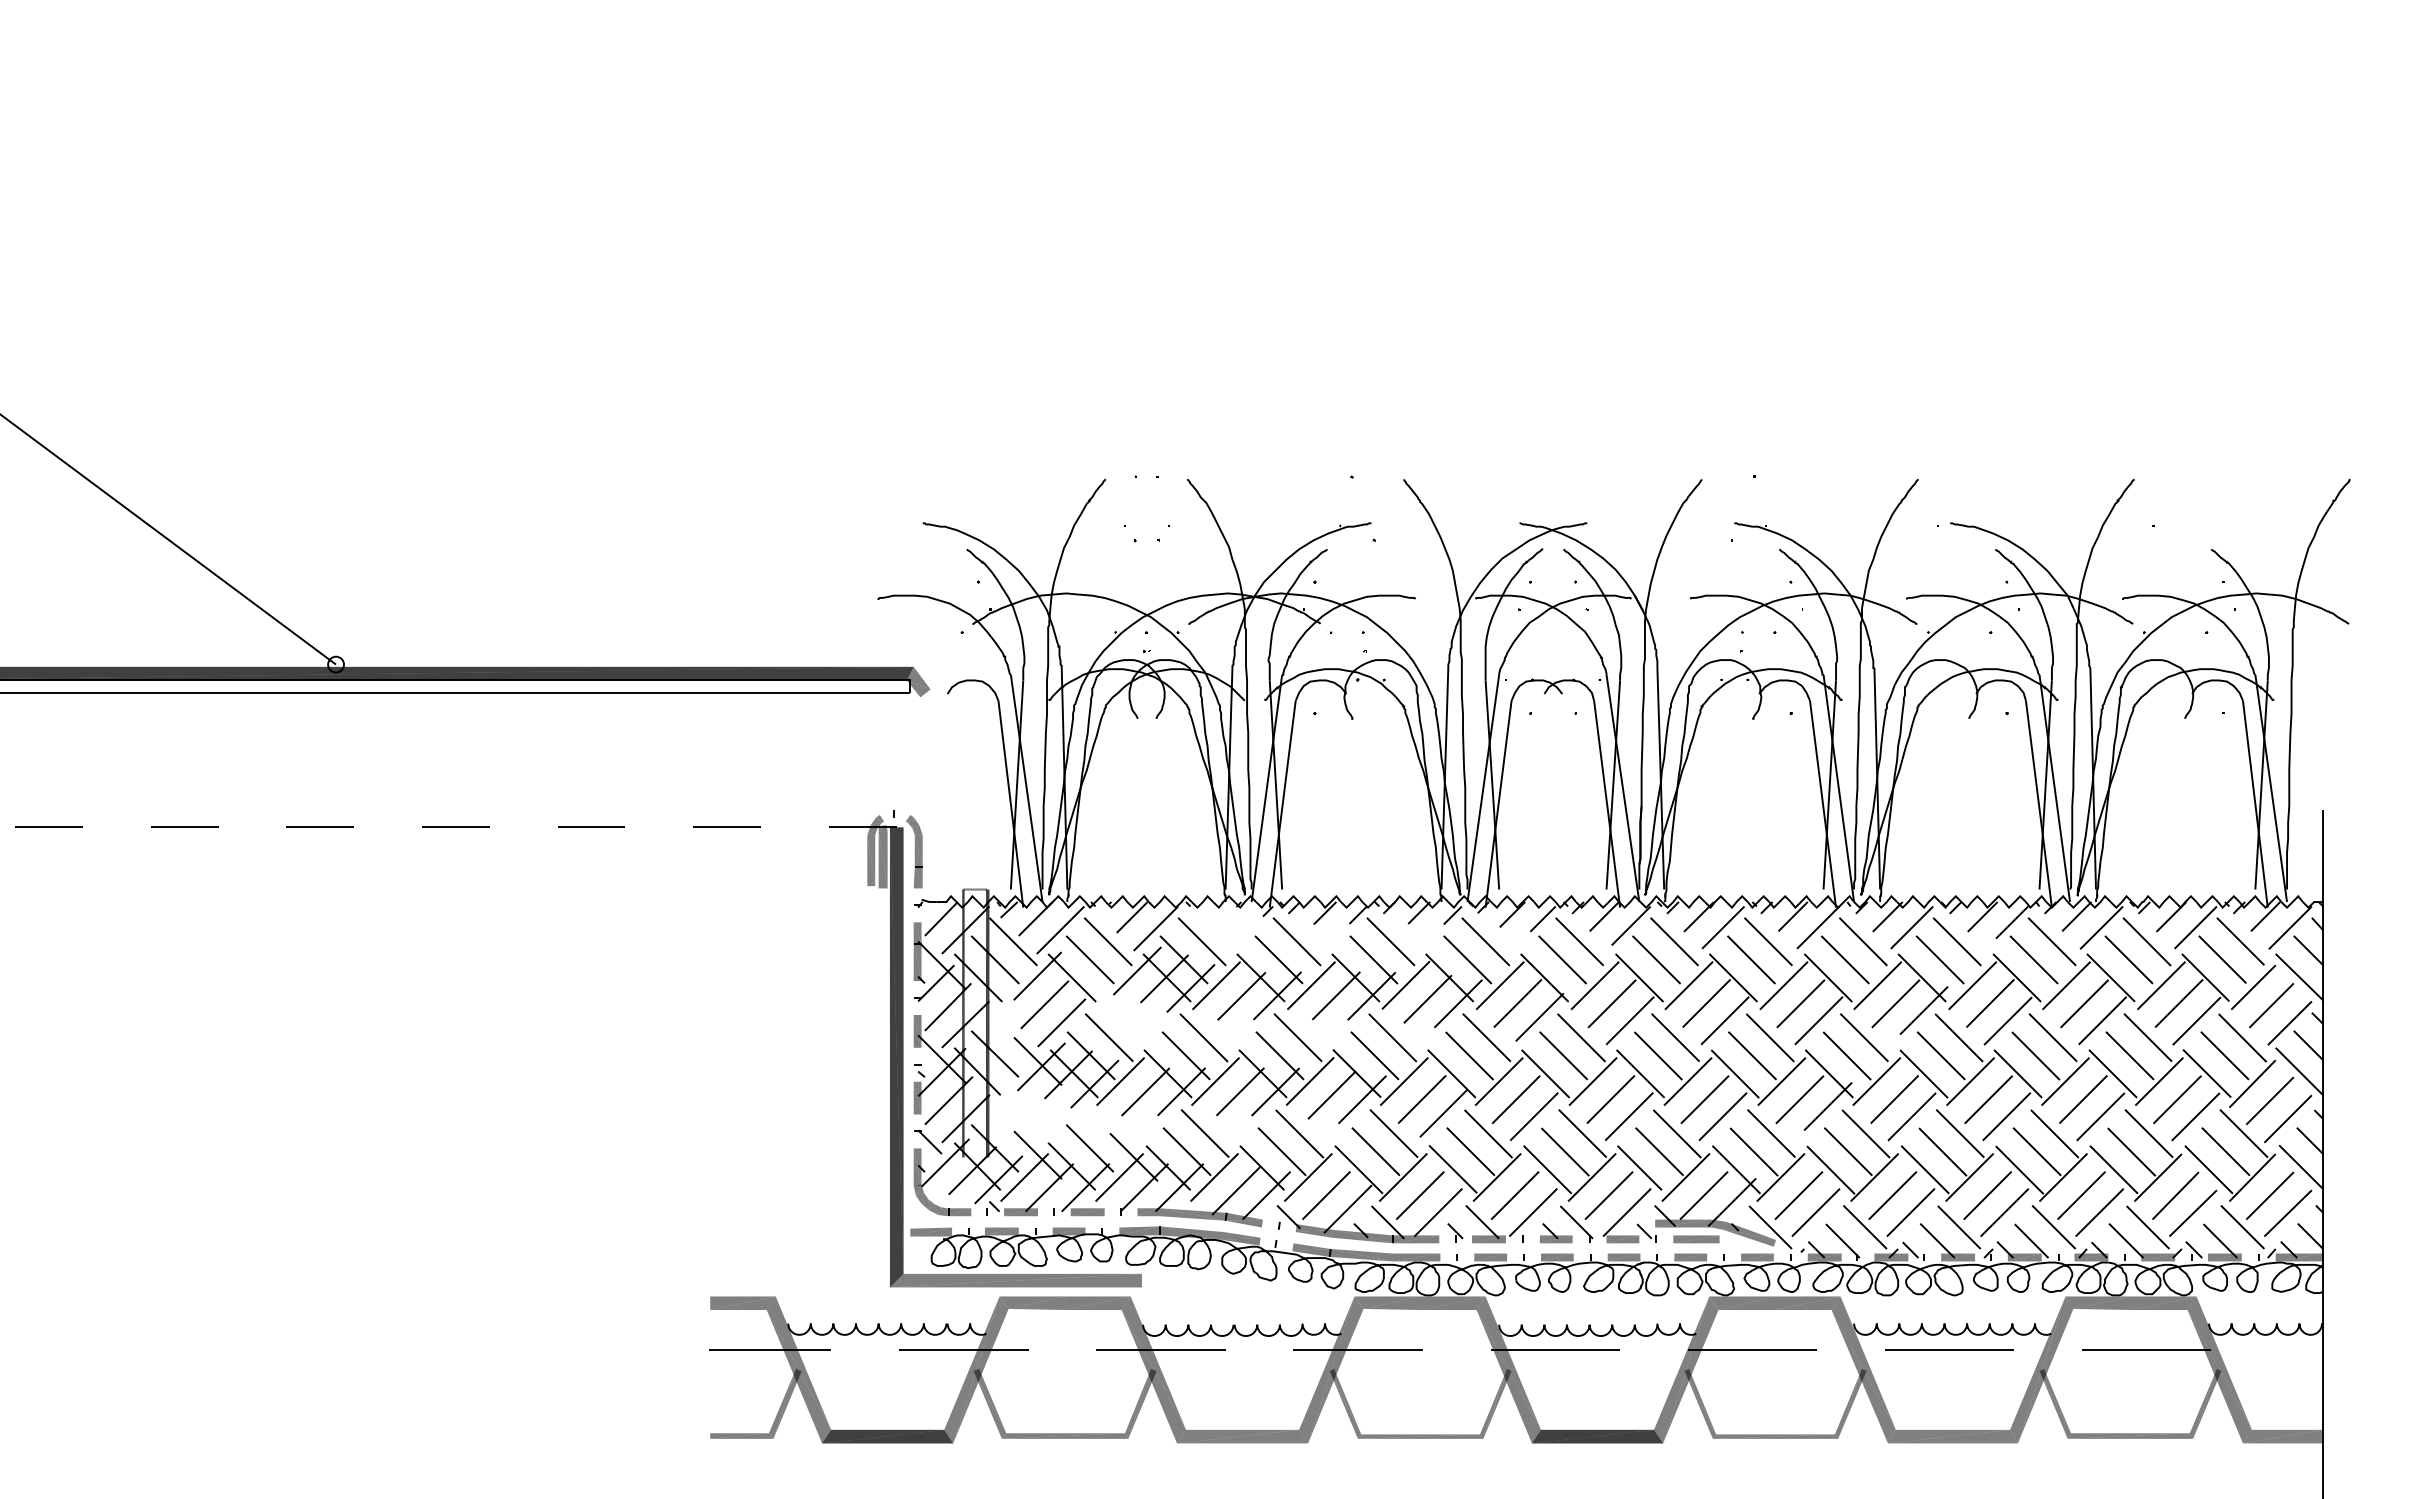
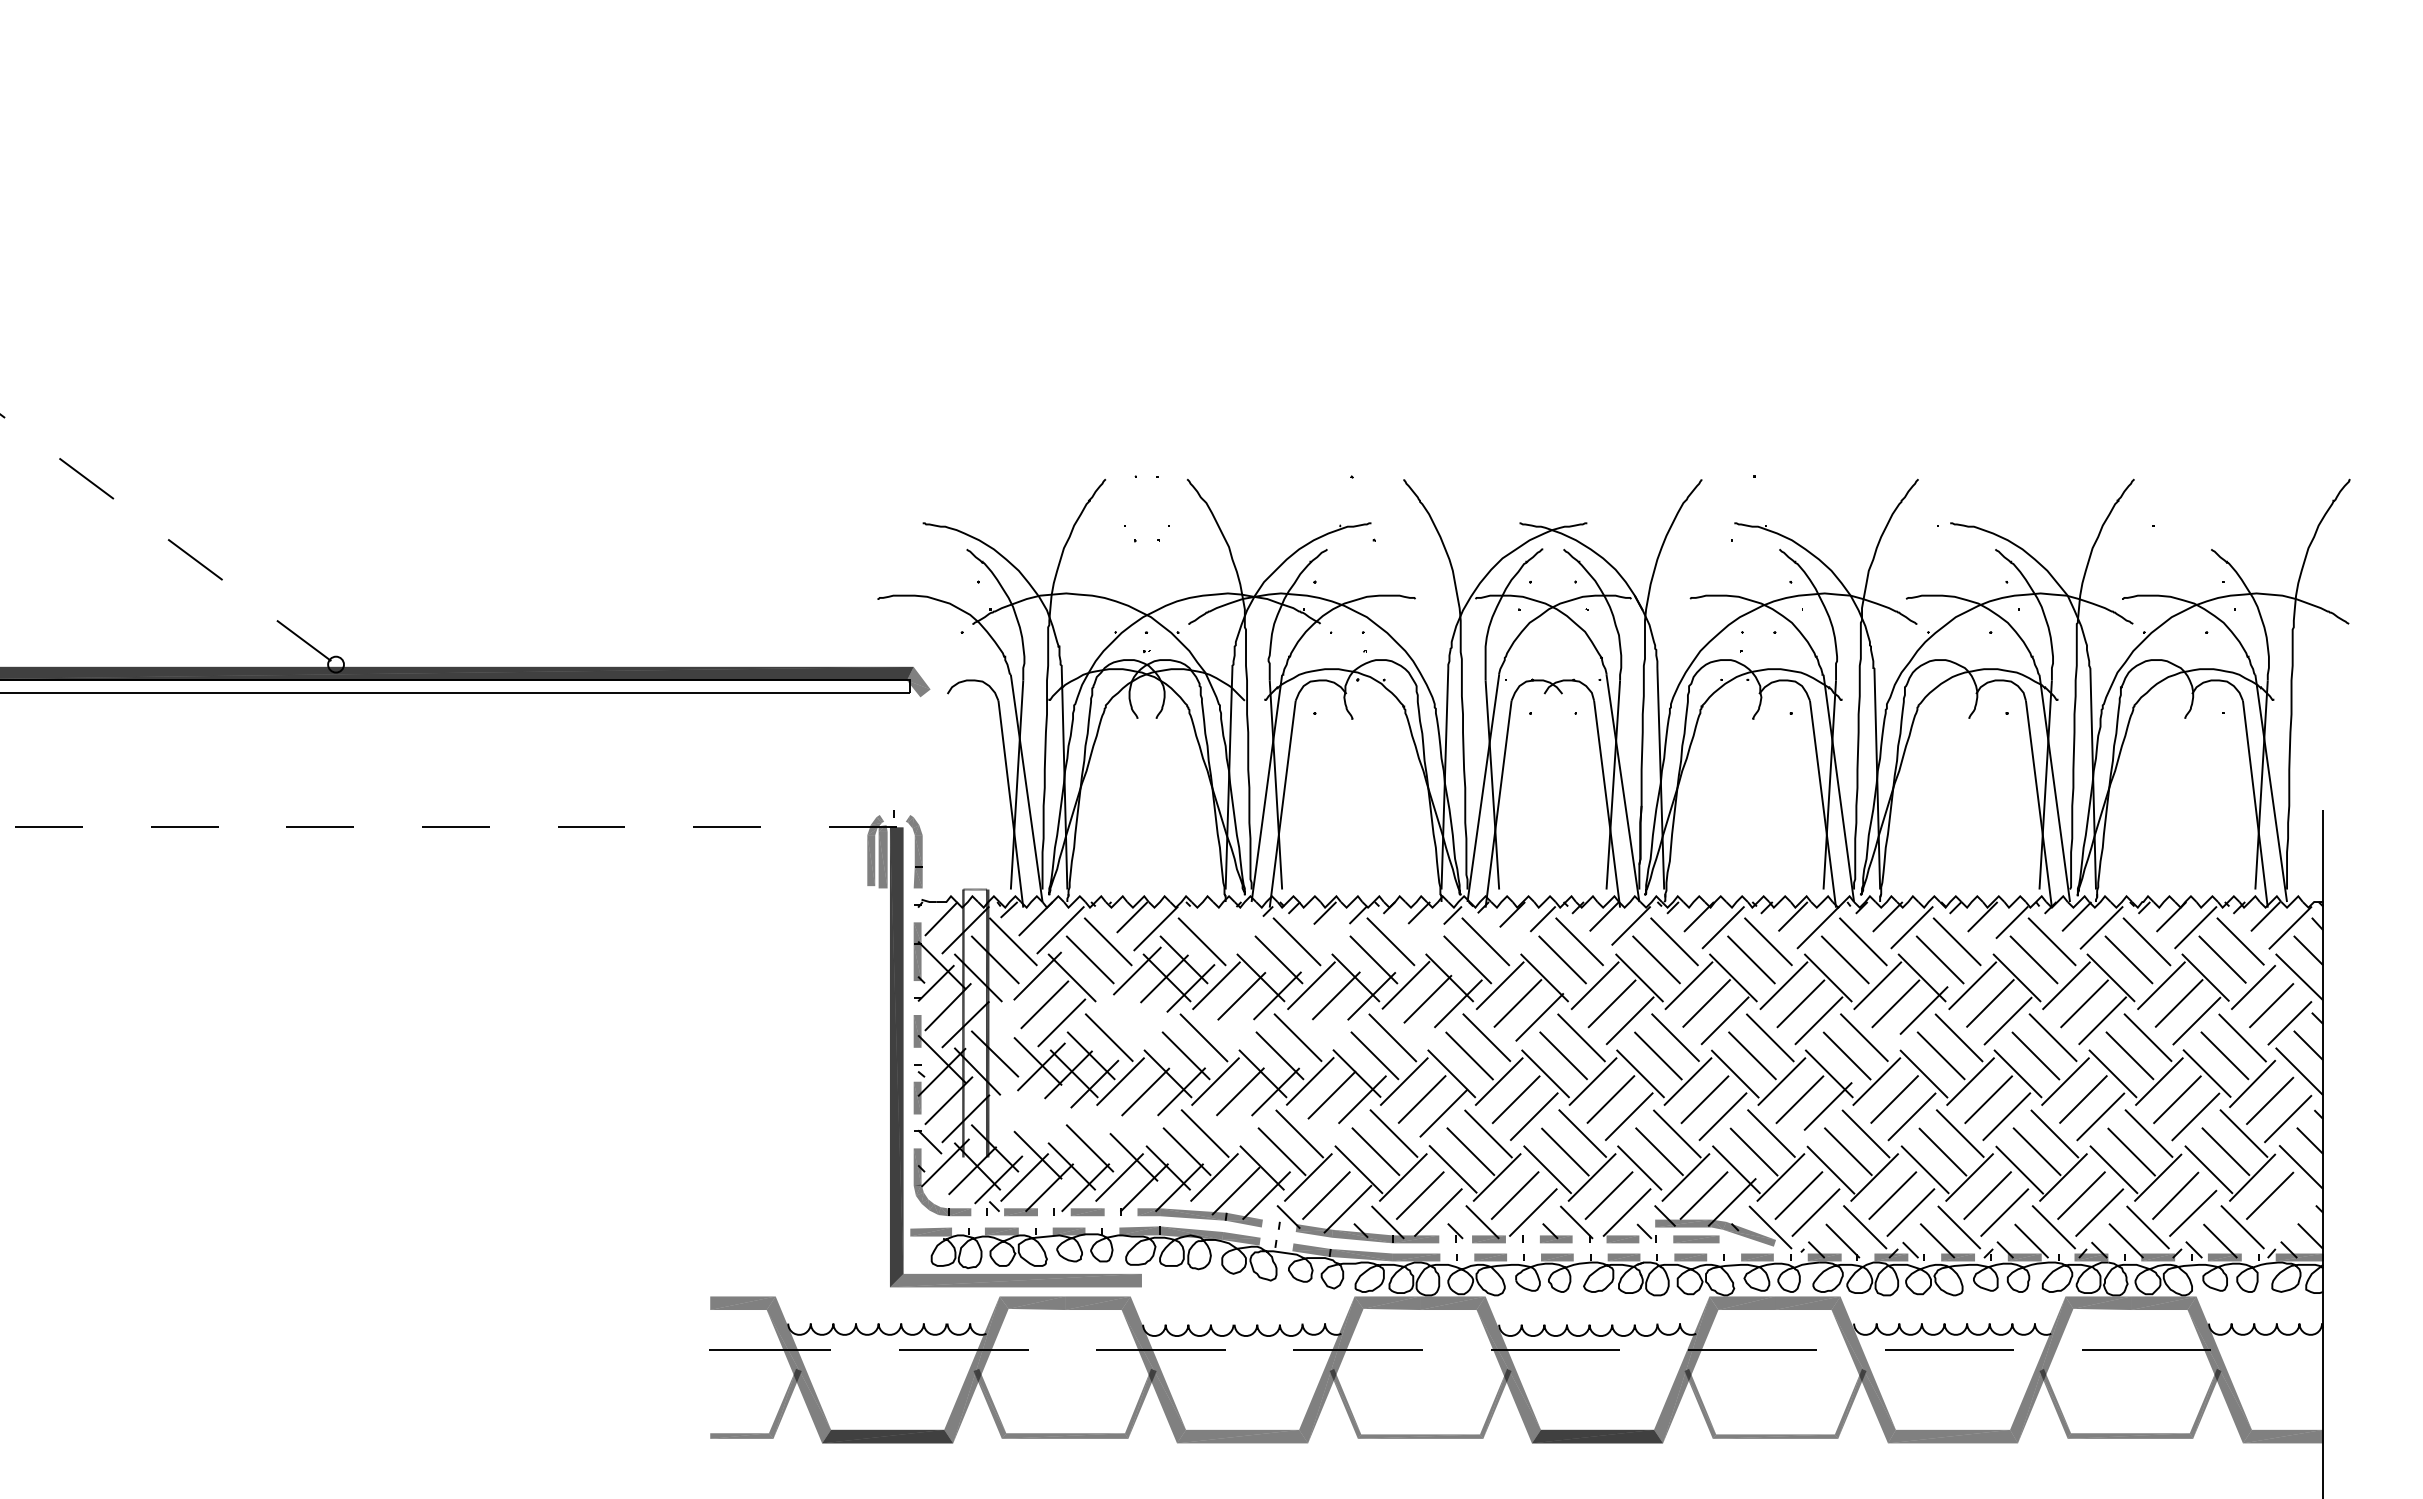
line at (168, 539): solid -> dashed
line at (2288, 1212): present -> none
